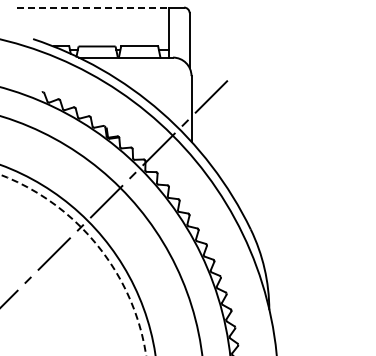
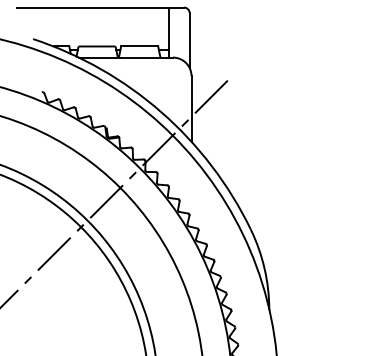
line at (93, 7): dashed -> solid
circle at (73, 264): dashed -> solid
